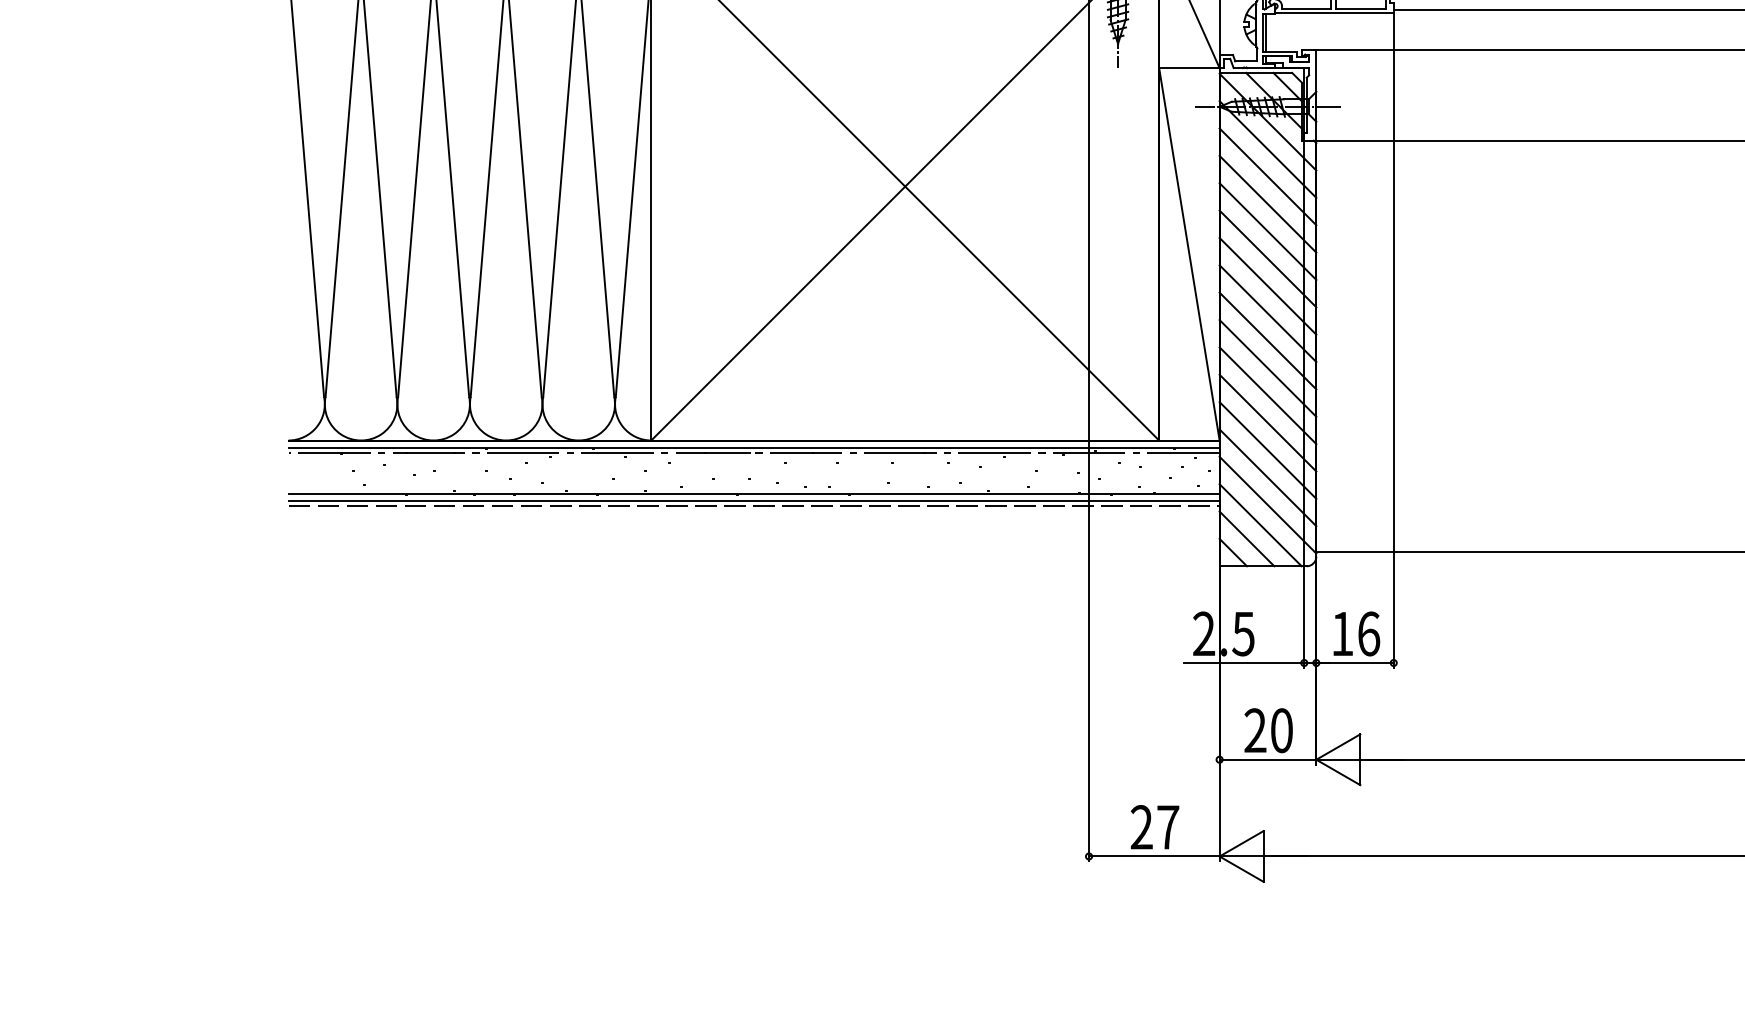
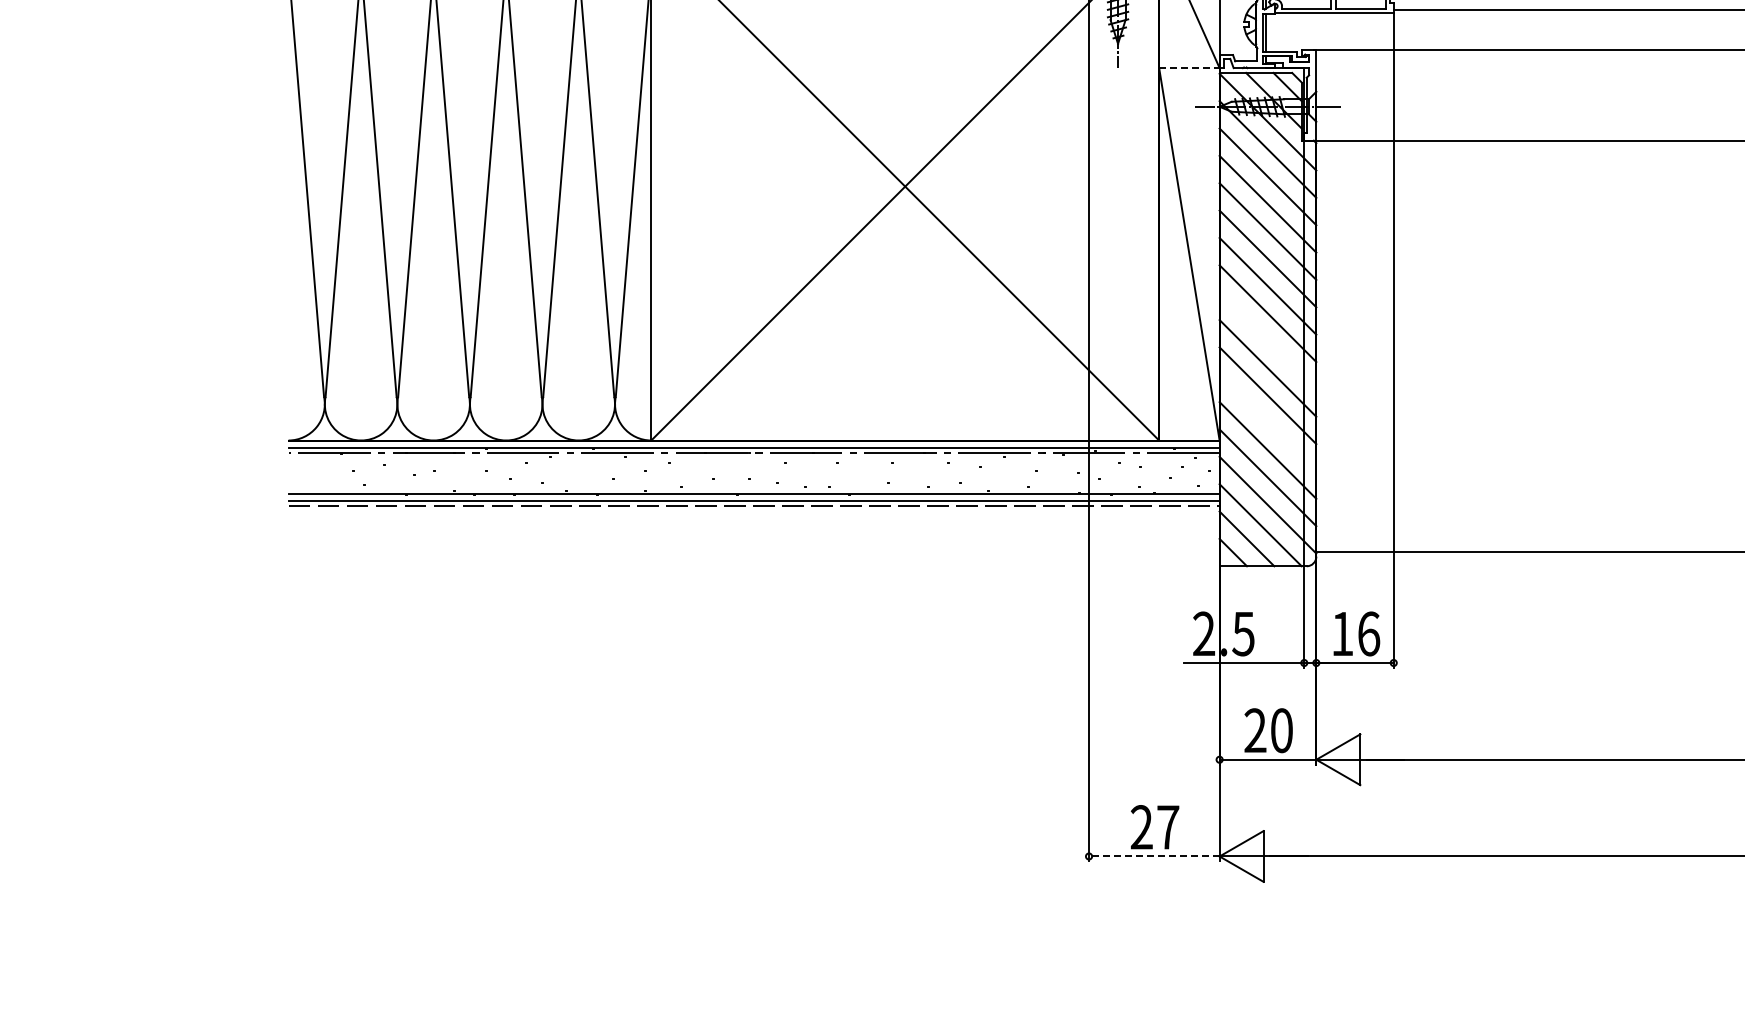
line at (1189, 68): solid -> dashed
line at (1267, 340): present -> none
line at (1267, 422): present -> none
line at (1153, 856): solid -> dashed
